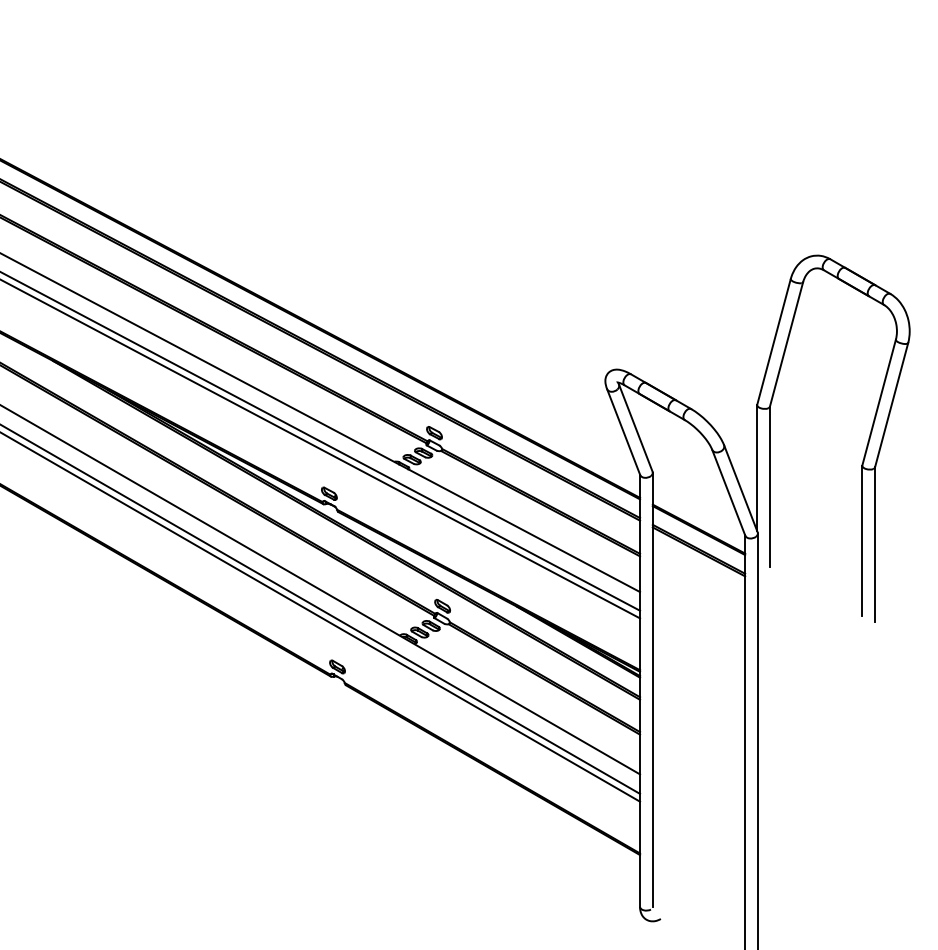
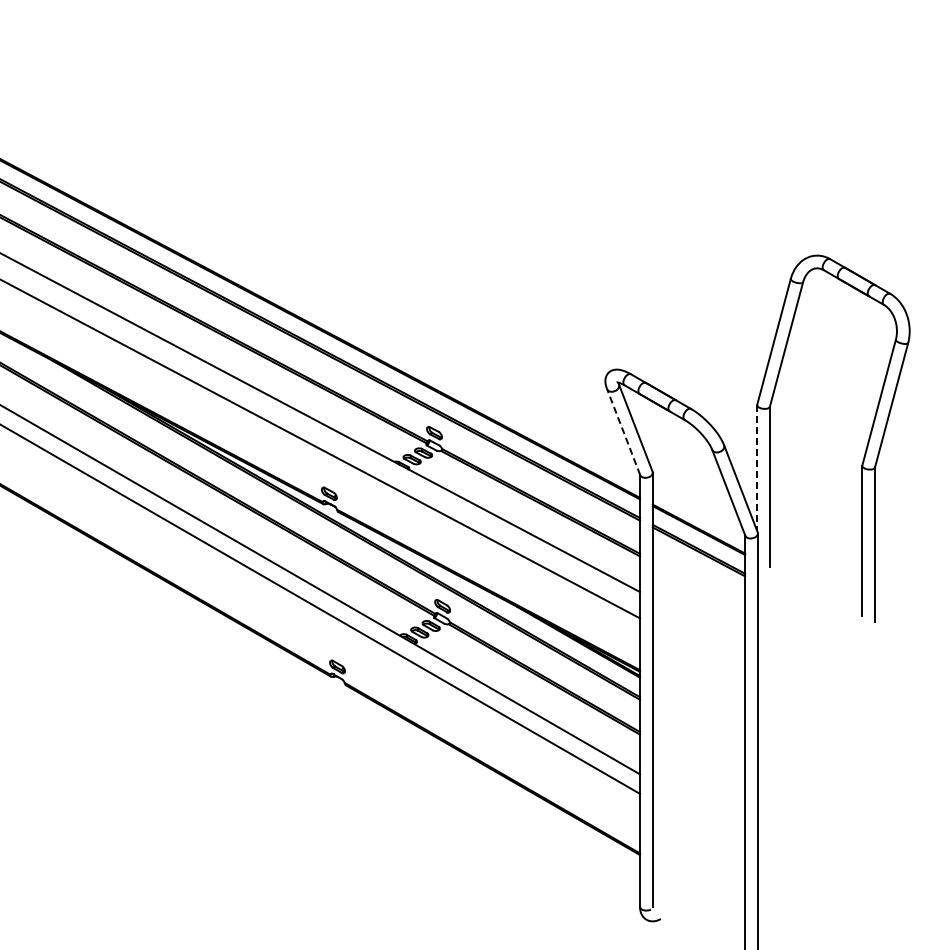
line at (623, 431): solid -> dashed
line at (321, 441): present -> none
line at (757, 468): solid -> dashed
line at (321, 617): present -> none
